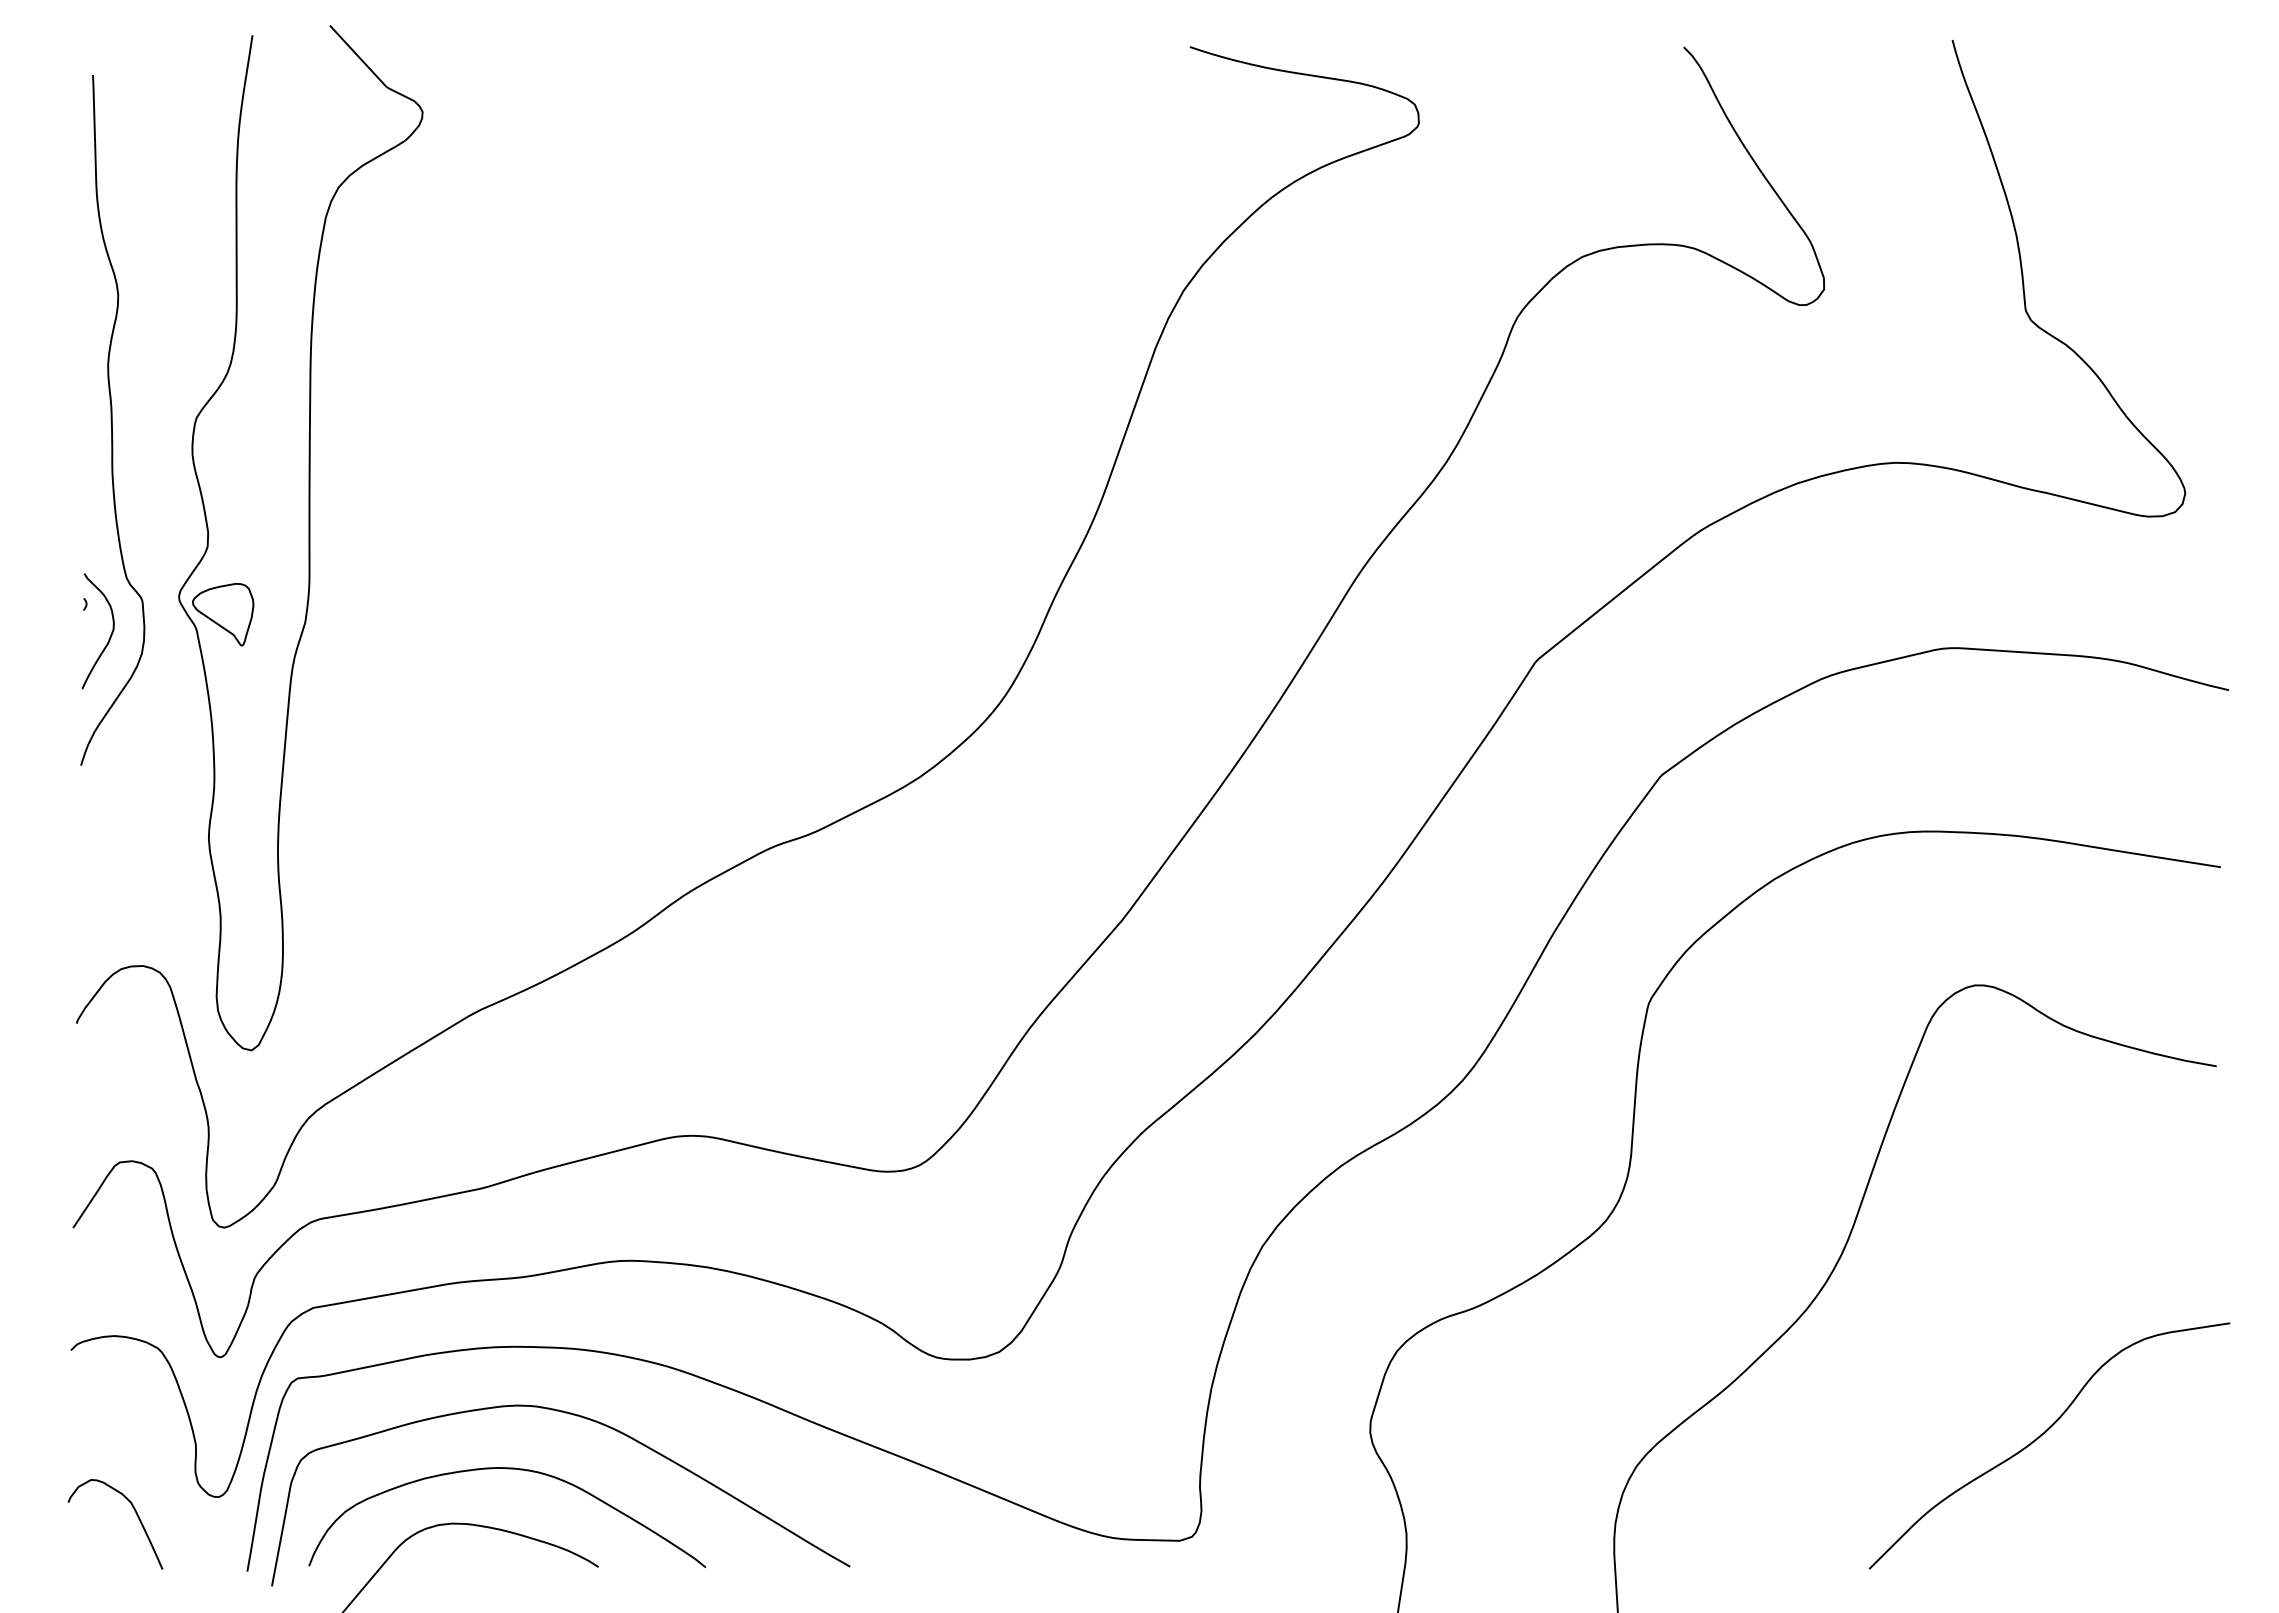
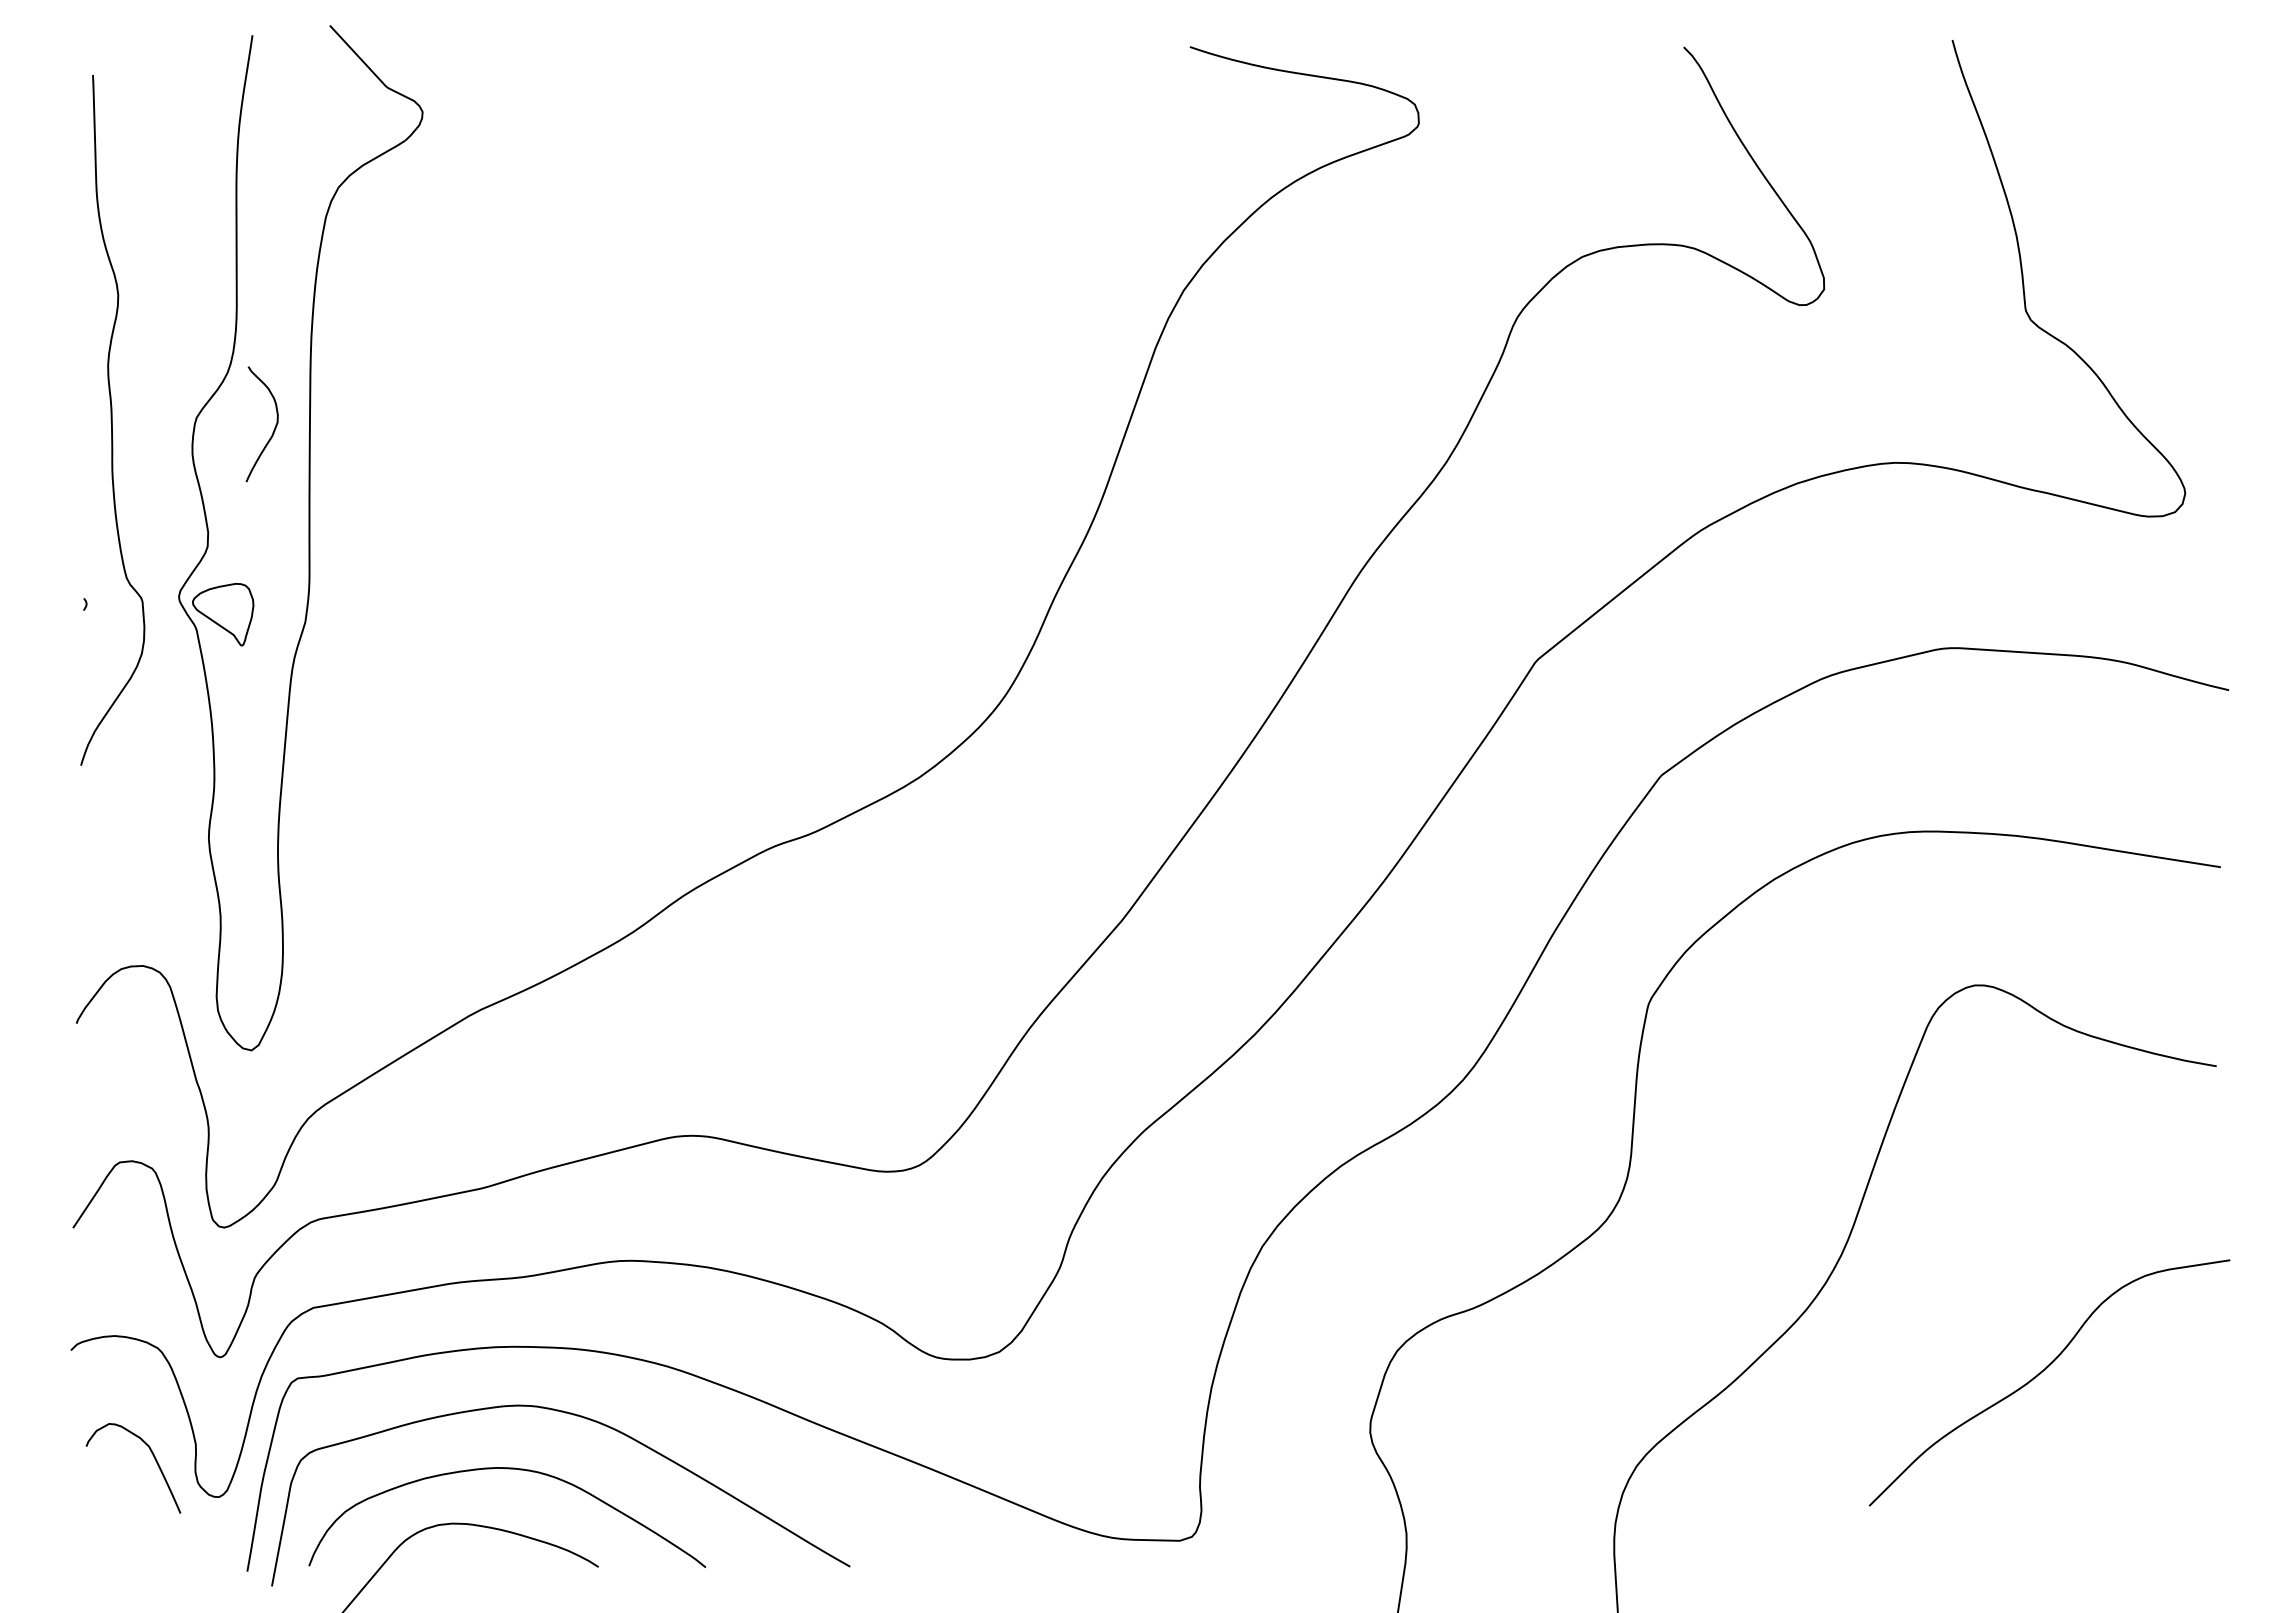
curve at (109, 636) position: (109, 636) -> (273, 429)
curve at (2041, 1436) position: (2041, 1436) -> (2041, 1373)
curve at (135, 1513) position: (135, 1513) -> (153, 1457)
